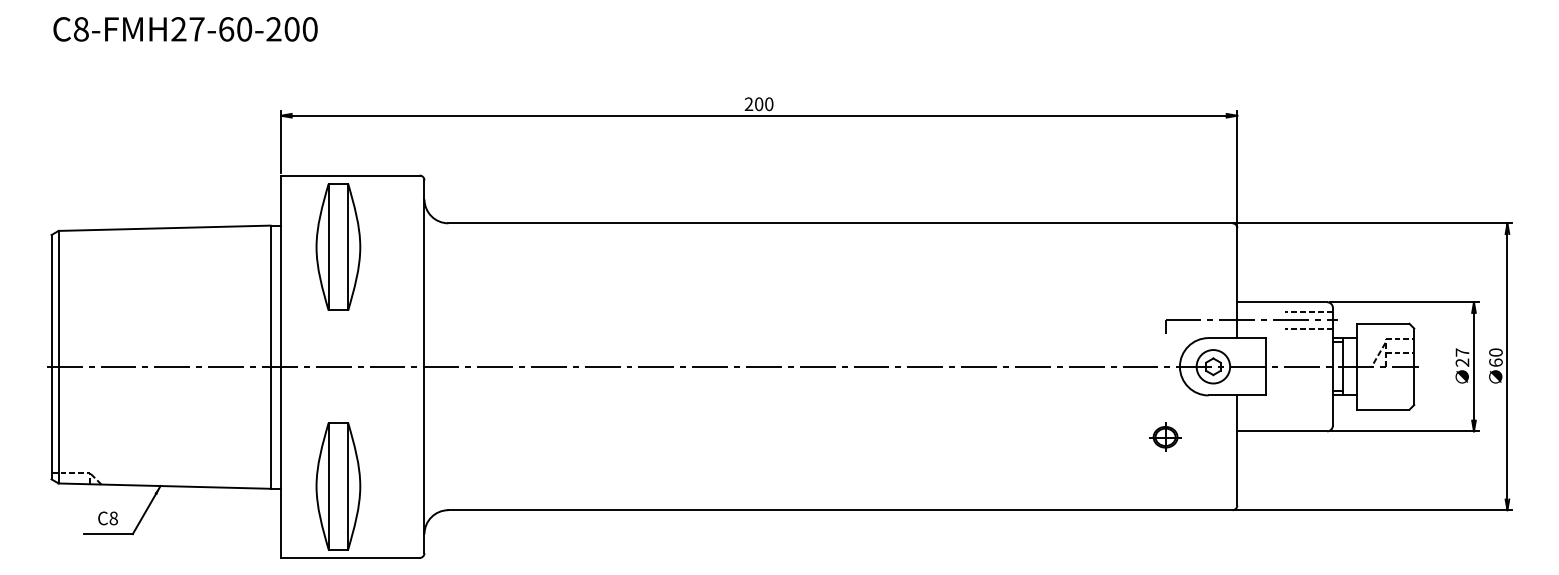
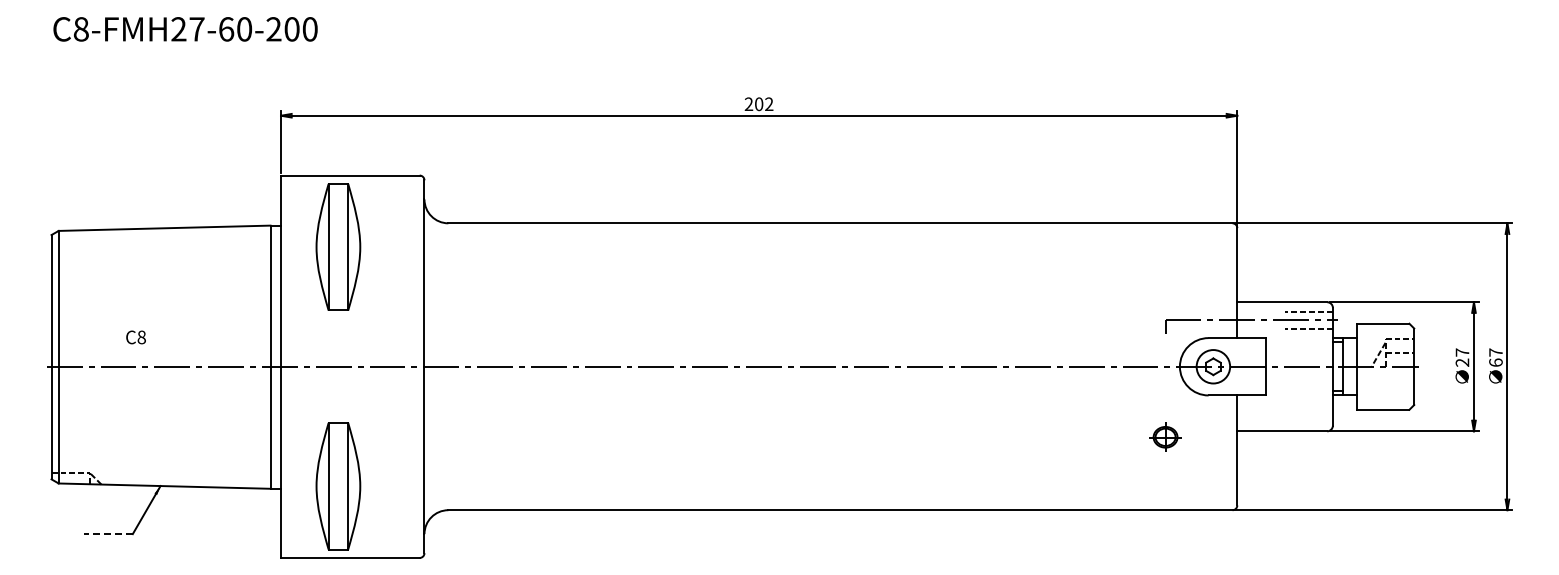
text at (769, 104): 200 -> 202
text at (1495, 352): 60 -> 67
text at (107, 518) position: (107, 518) -> (135, 337)
line at (108, 534): solid -> dashed
